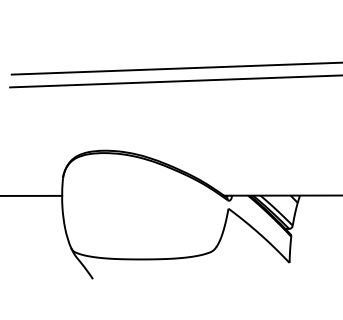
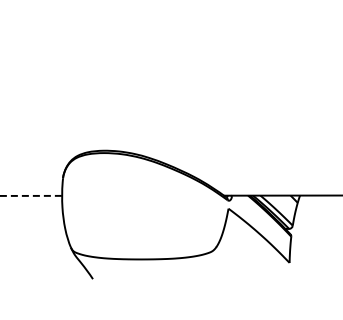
line at (175, 68): present -> none
line at (174, 81): present -> none
line at (31, 195): solid -> dashed
